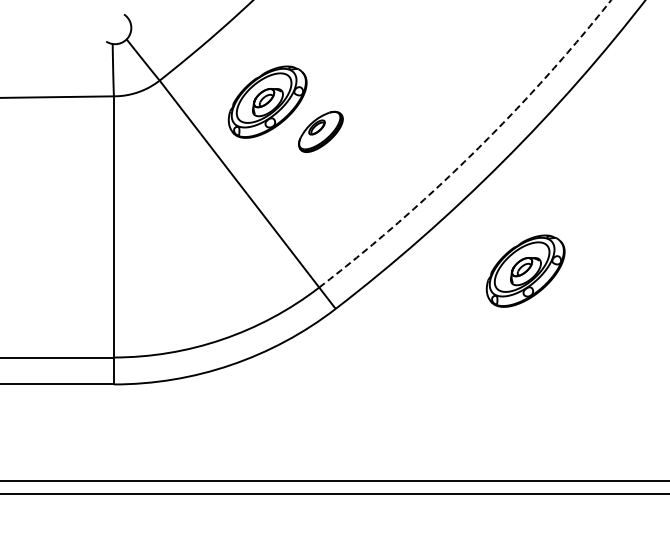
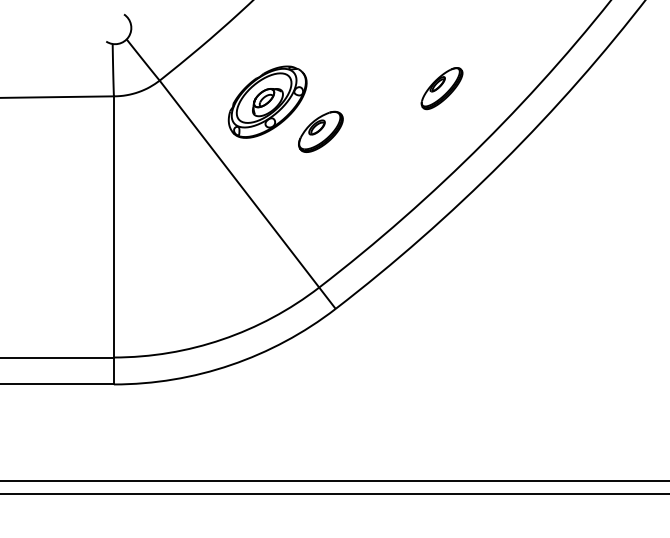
part at (441, 88): none -> present
arc at (474, 151): dashed -> solid
part at (525, 270): present -> none
